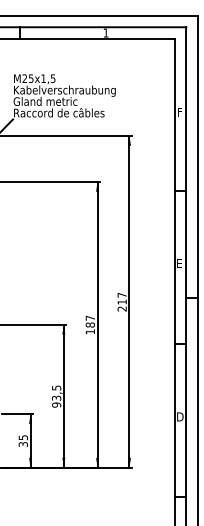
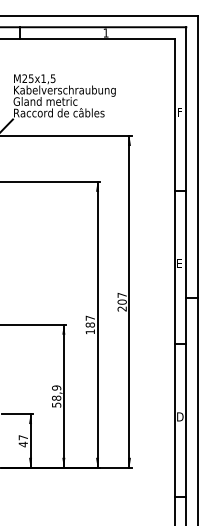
text at (121, 301): 217 -> 207
text at (56, 396): 93,5 -> 58,9
text at (23, 441): 35 -> 47
